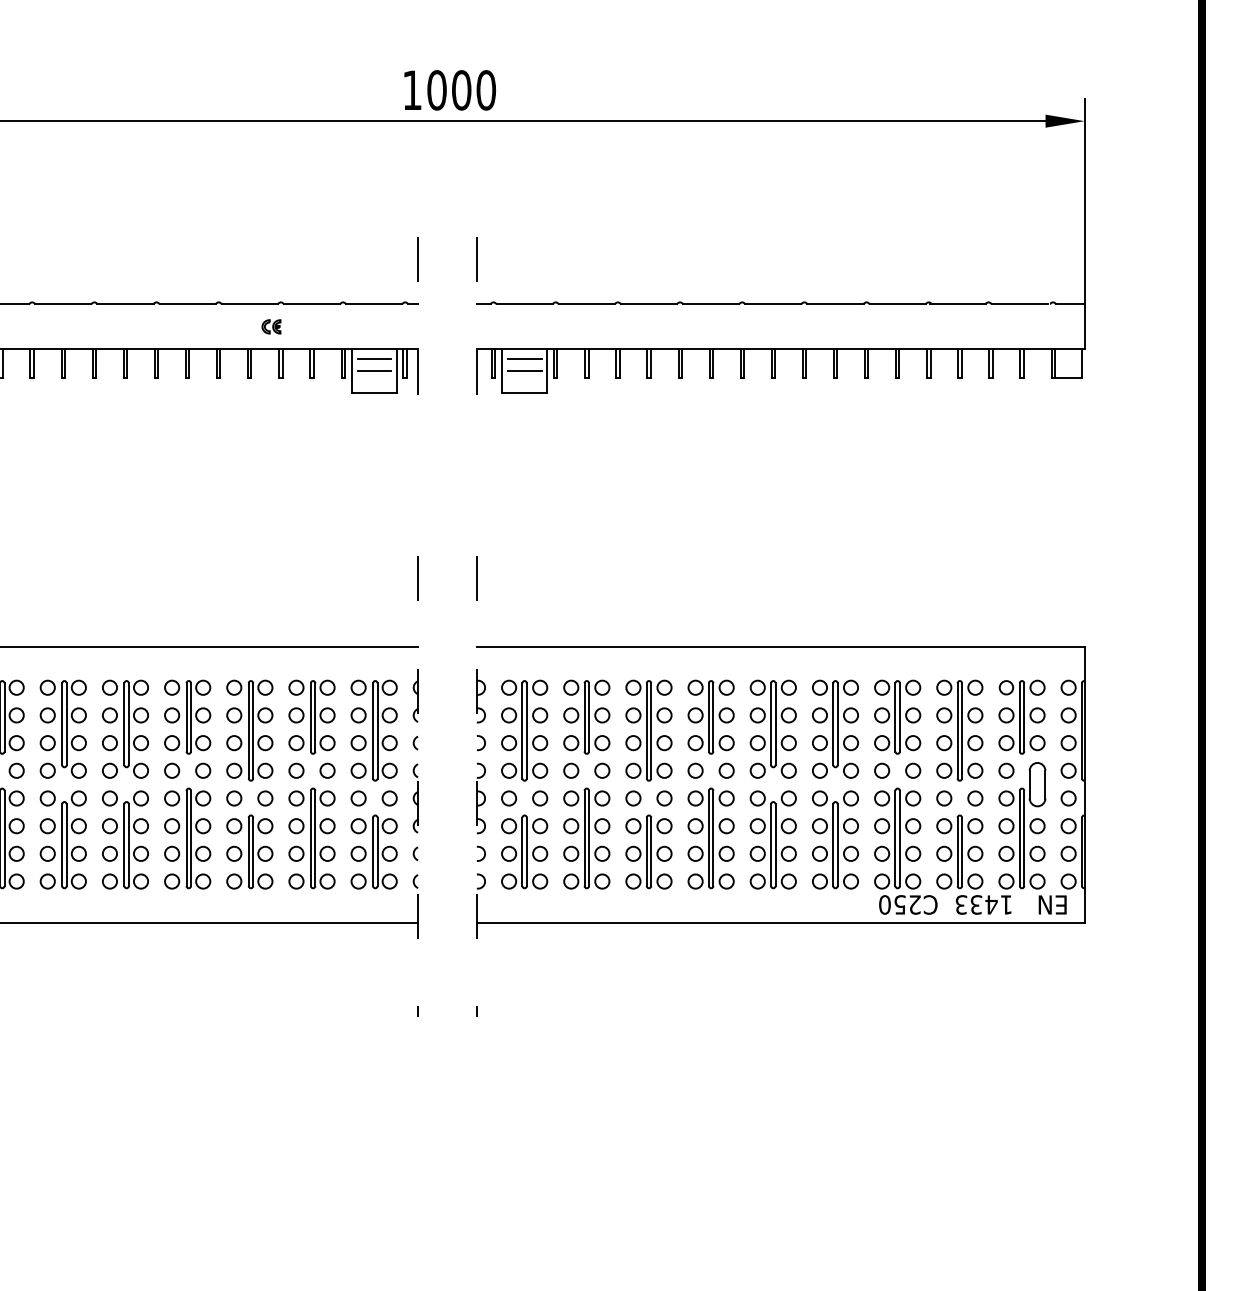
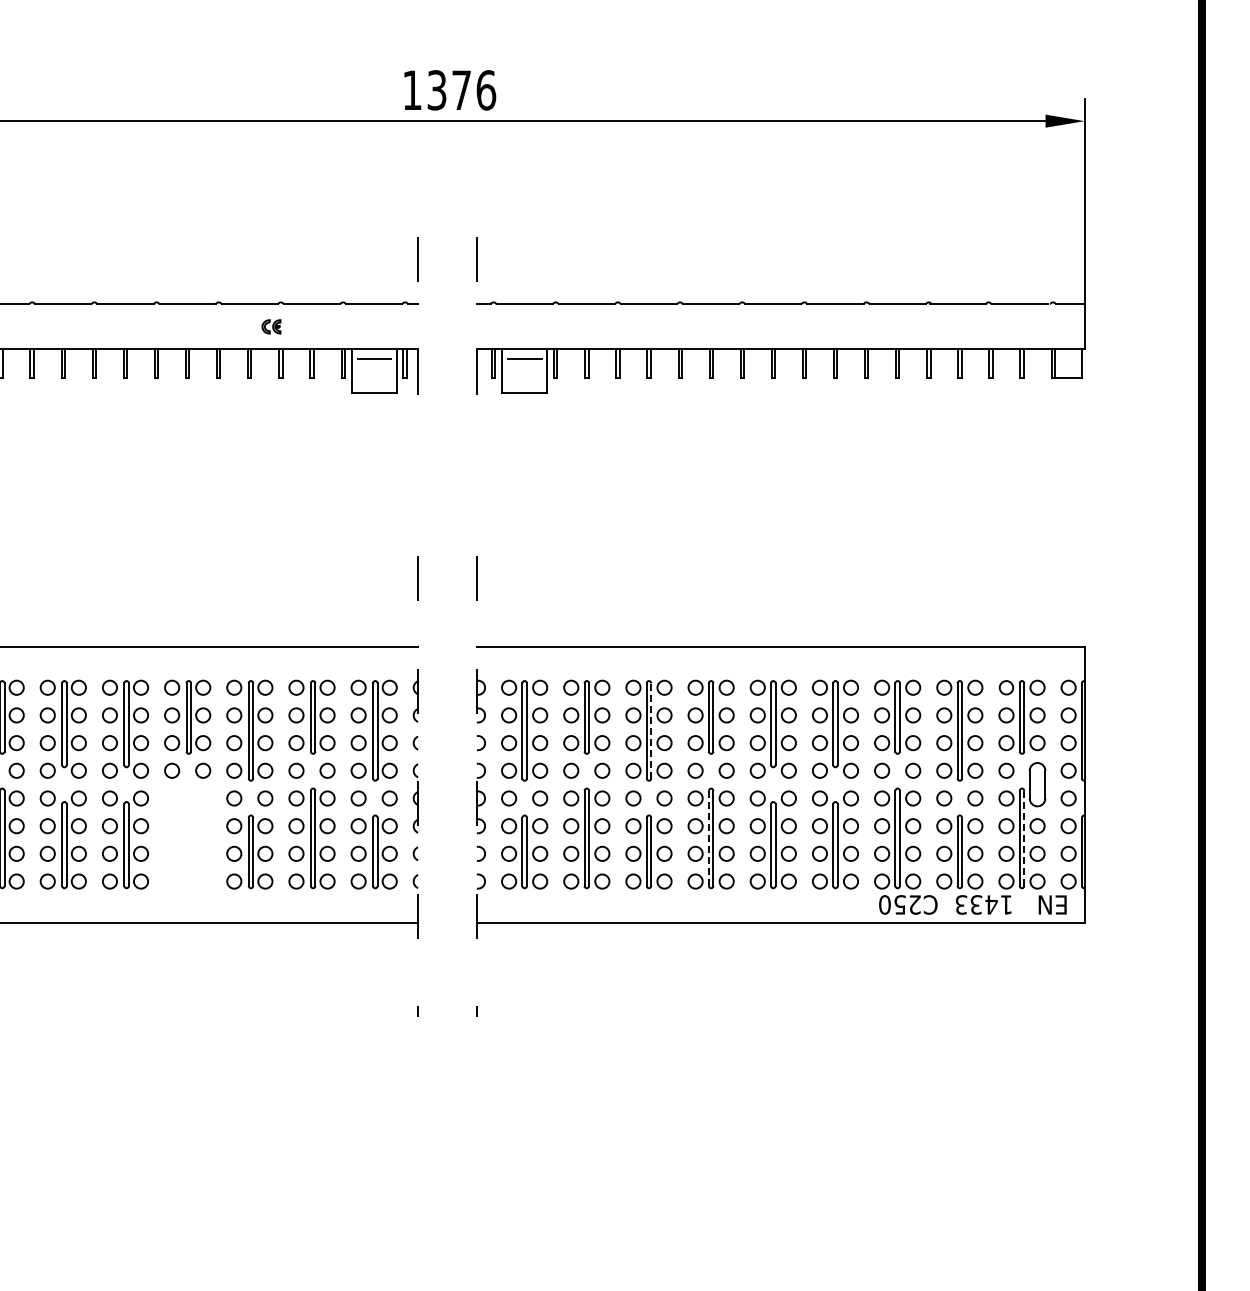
text at (461, 90): 1000 -> 1376
line at (374, 370): present -> none
line at (524, 370): present -> none
line at (651, 730): solid -> dashed
part at (187, 838): present -> none
line at (708, 838): solid -> dashed
line at (1024, 838): solid -> dashed
